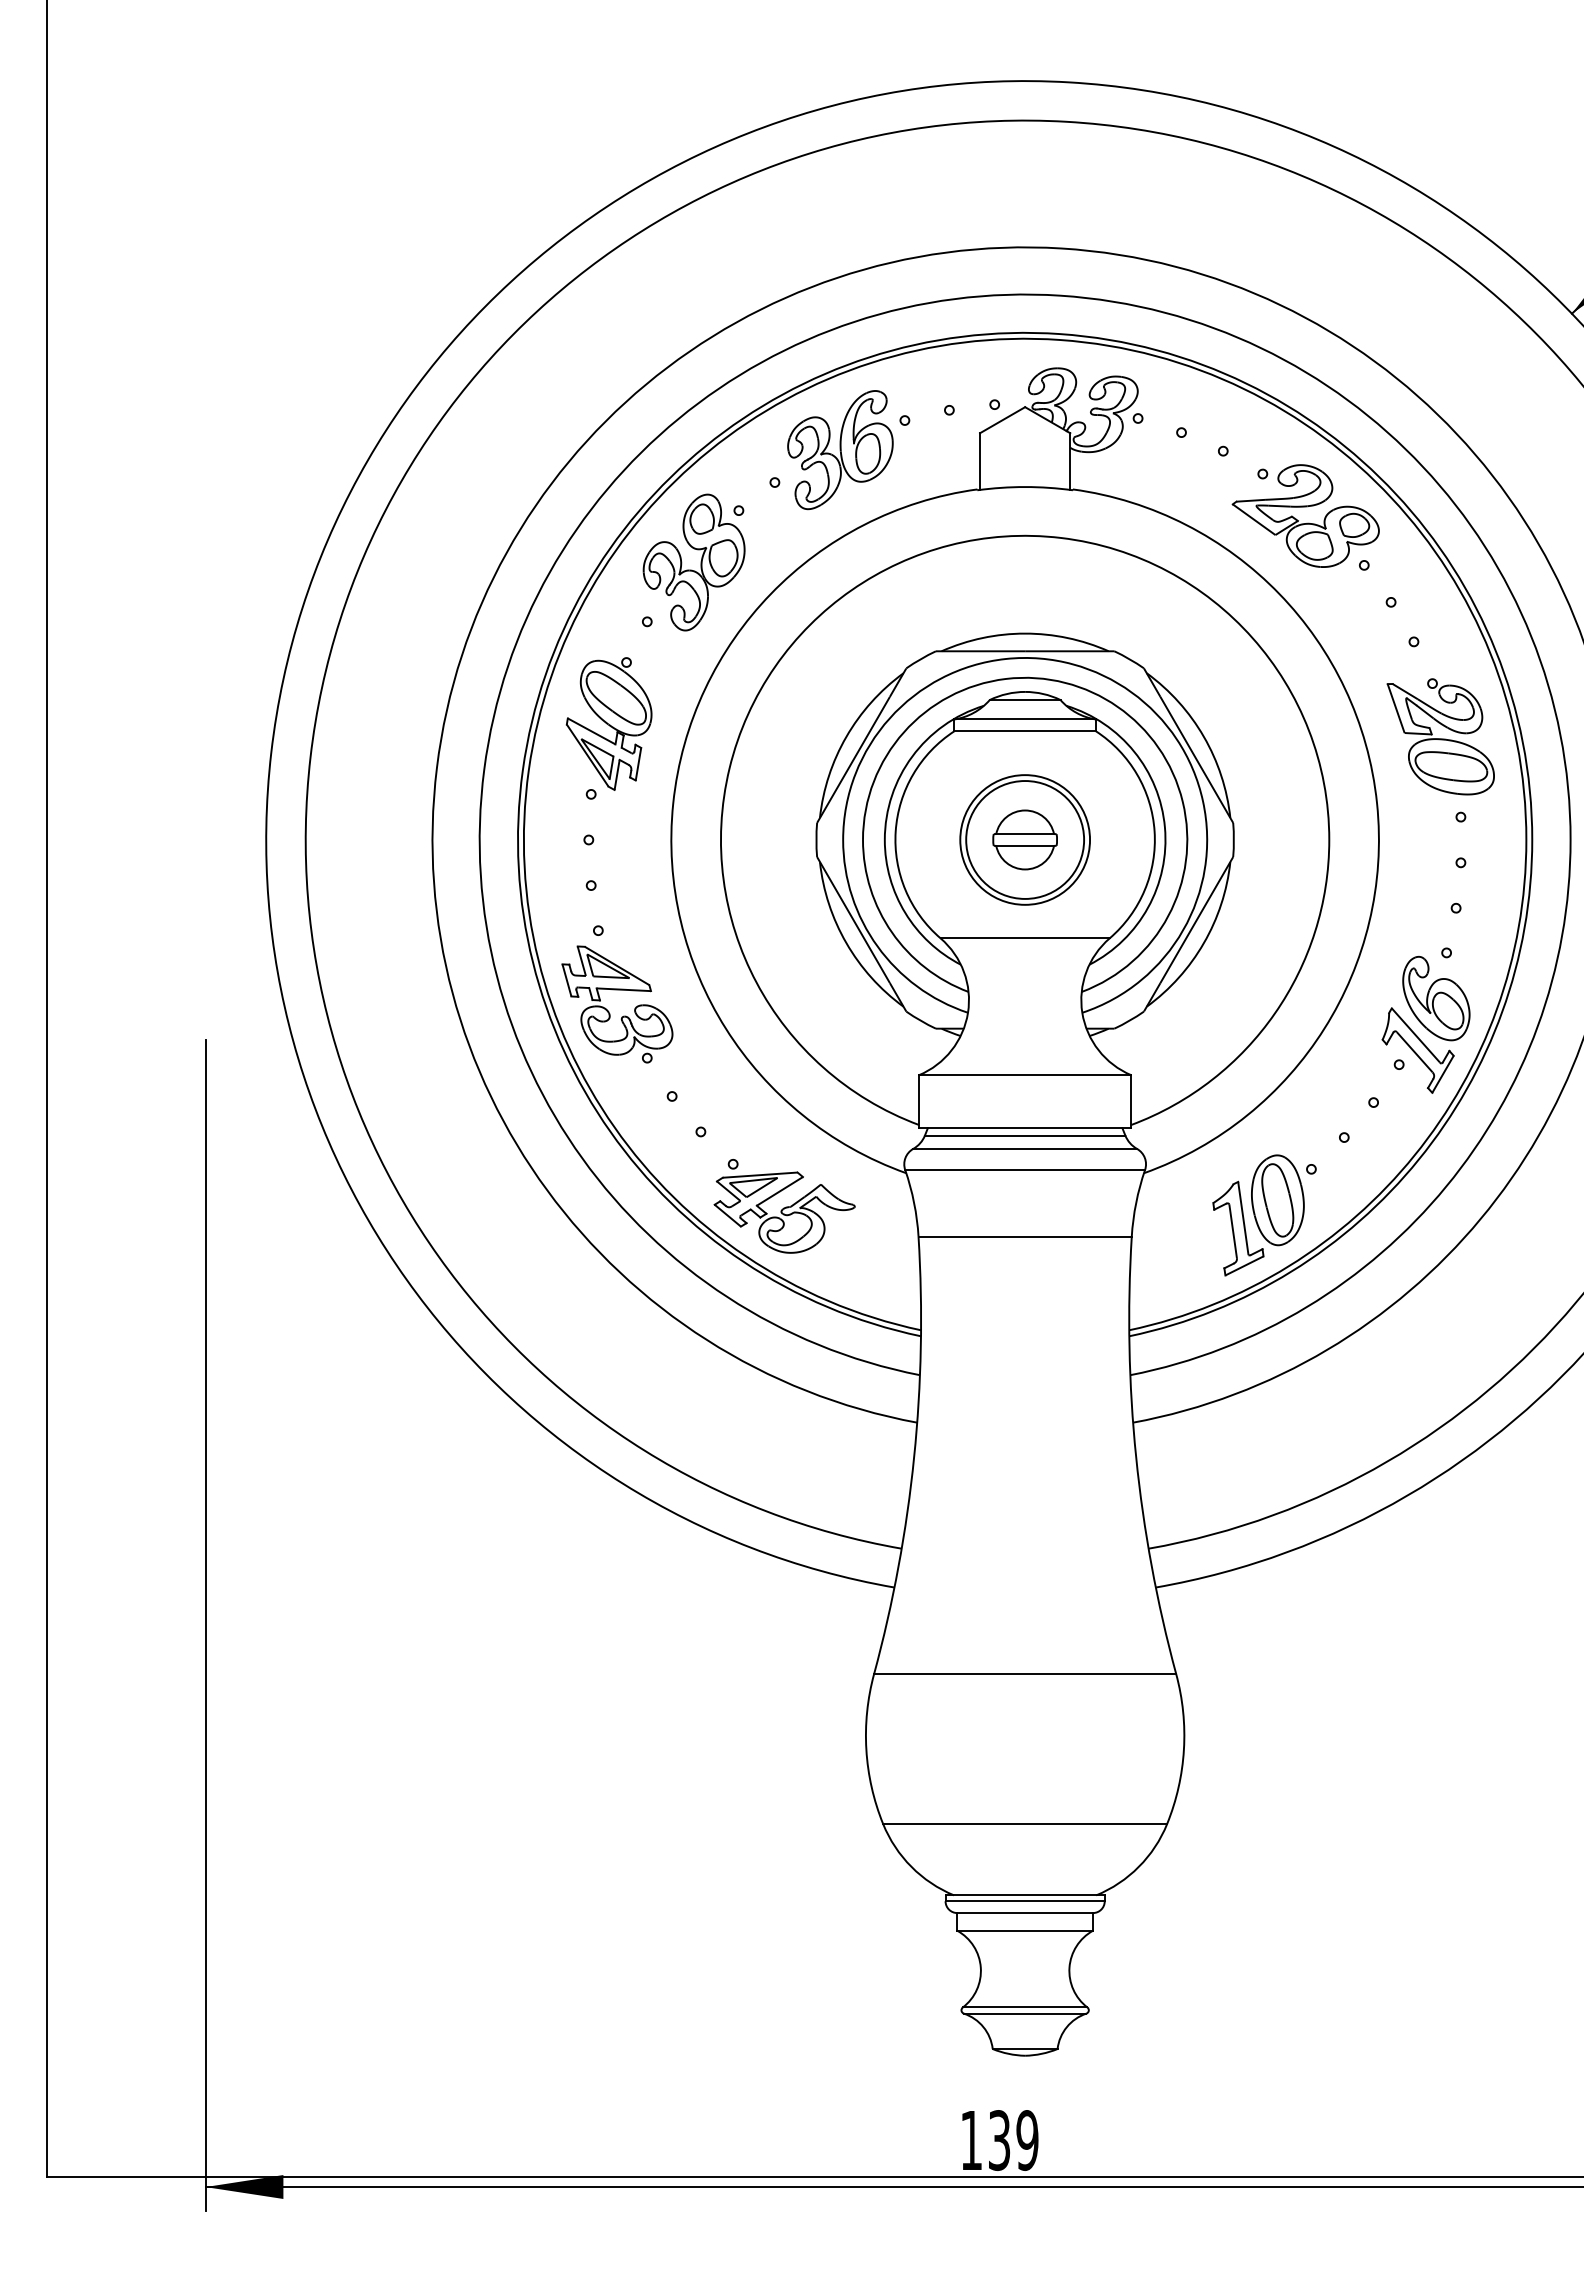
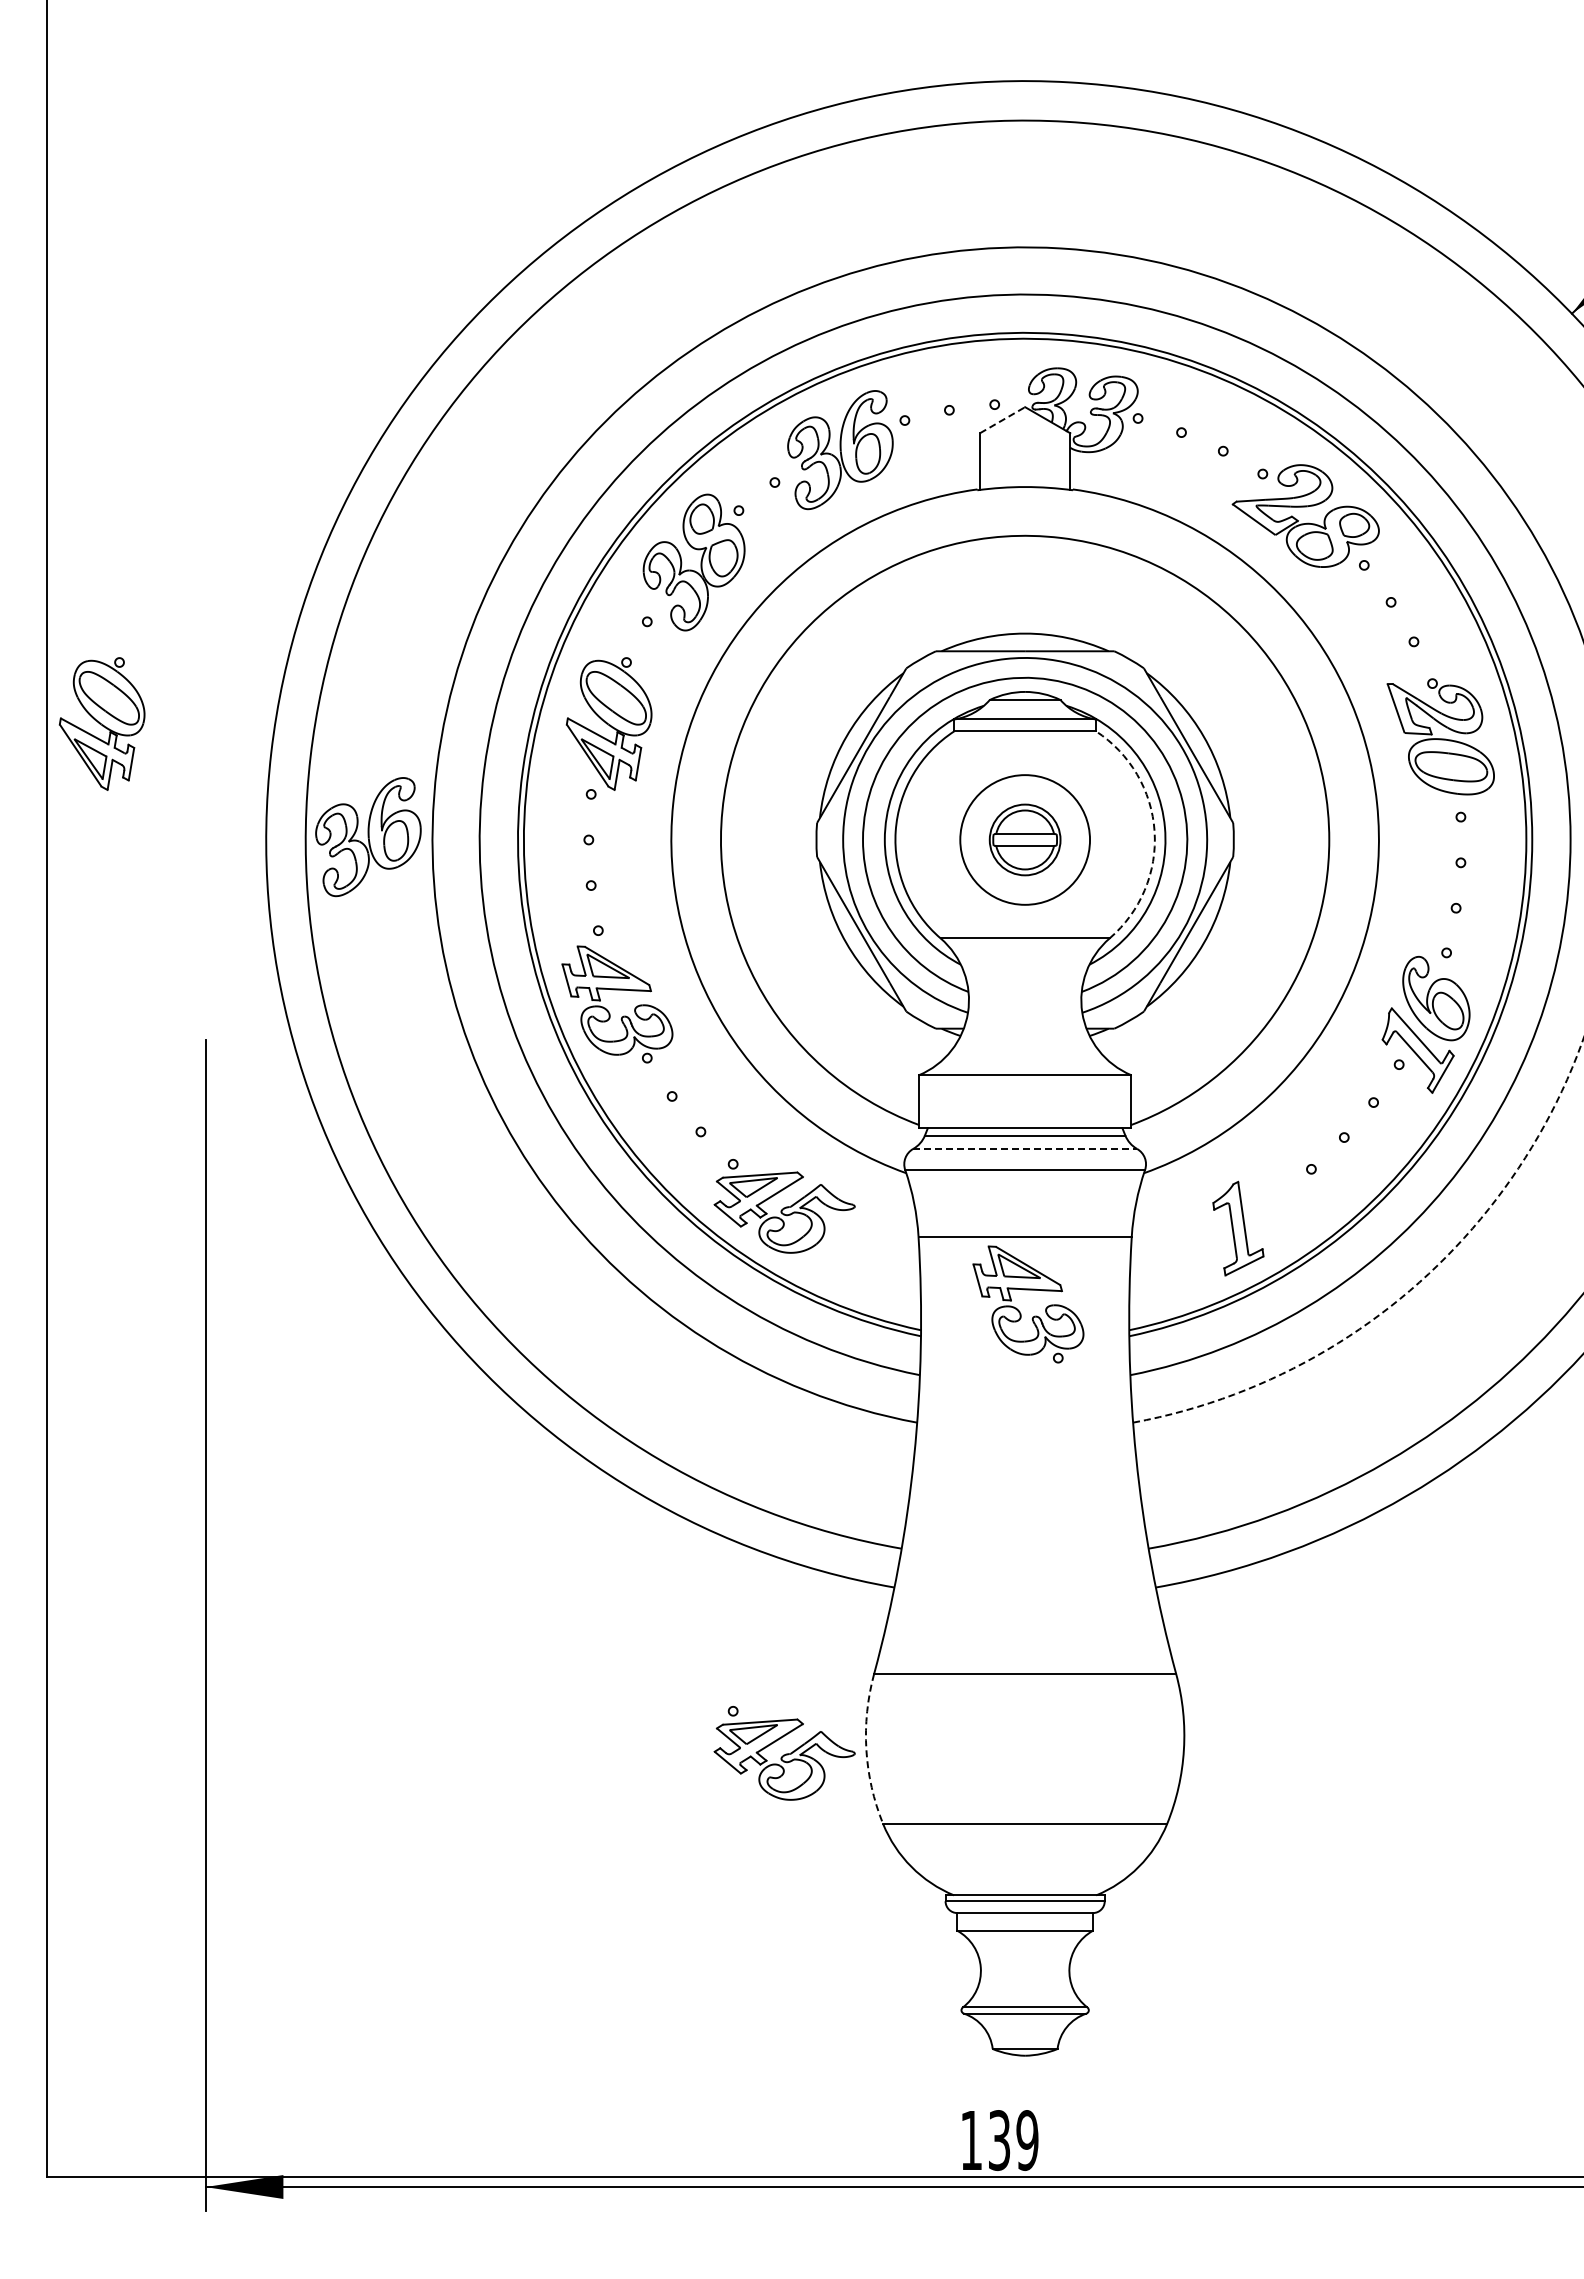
line at (1003, 419): solid -> dashed
part at (101, 723): none -> present
arc at (1154, 831): solid -> dashed
part at (368, 837): none -> present
circle at (1025, 839) diameter: 118 px -> 71 px
line at (1025, 1148): solid -> dashed
part at (1277, 1200): present -> none
arc at (1411, 1289): solid -> dashed
part at (1020, 1311): none -> present
arc at (866, 1749): solid -> dashed
part at (784, 1753): none -> present
